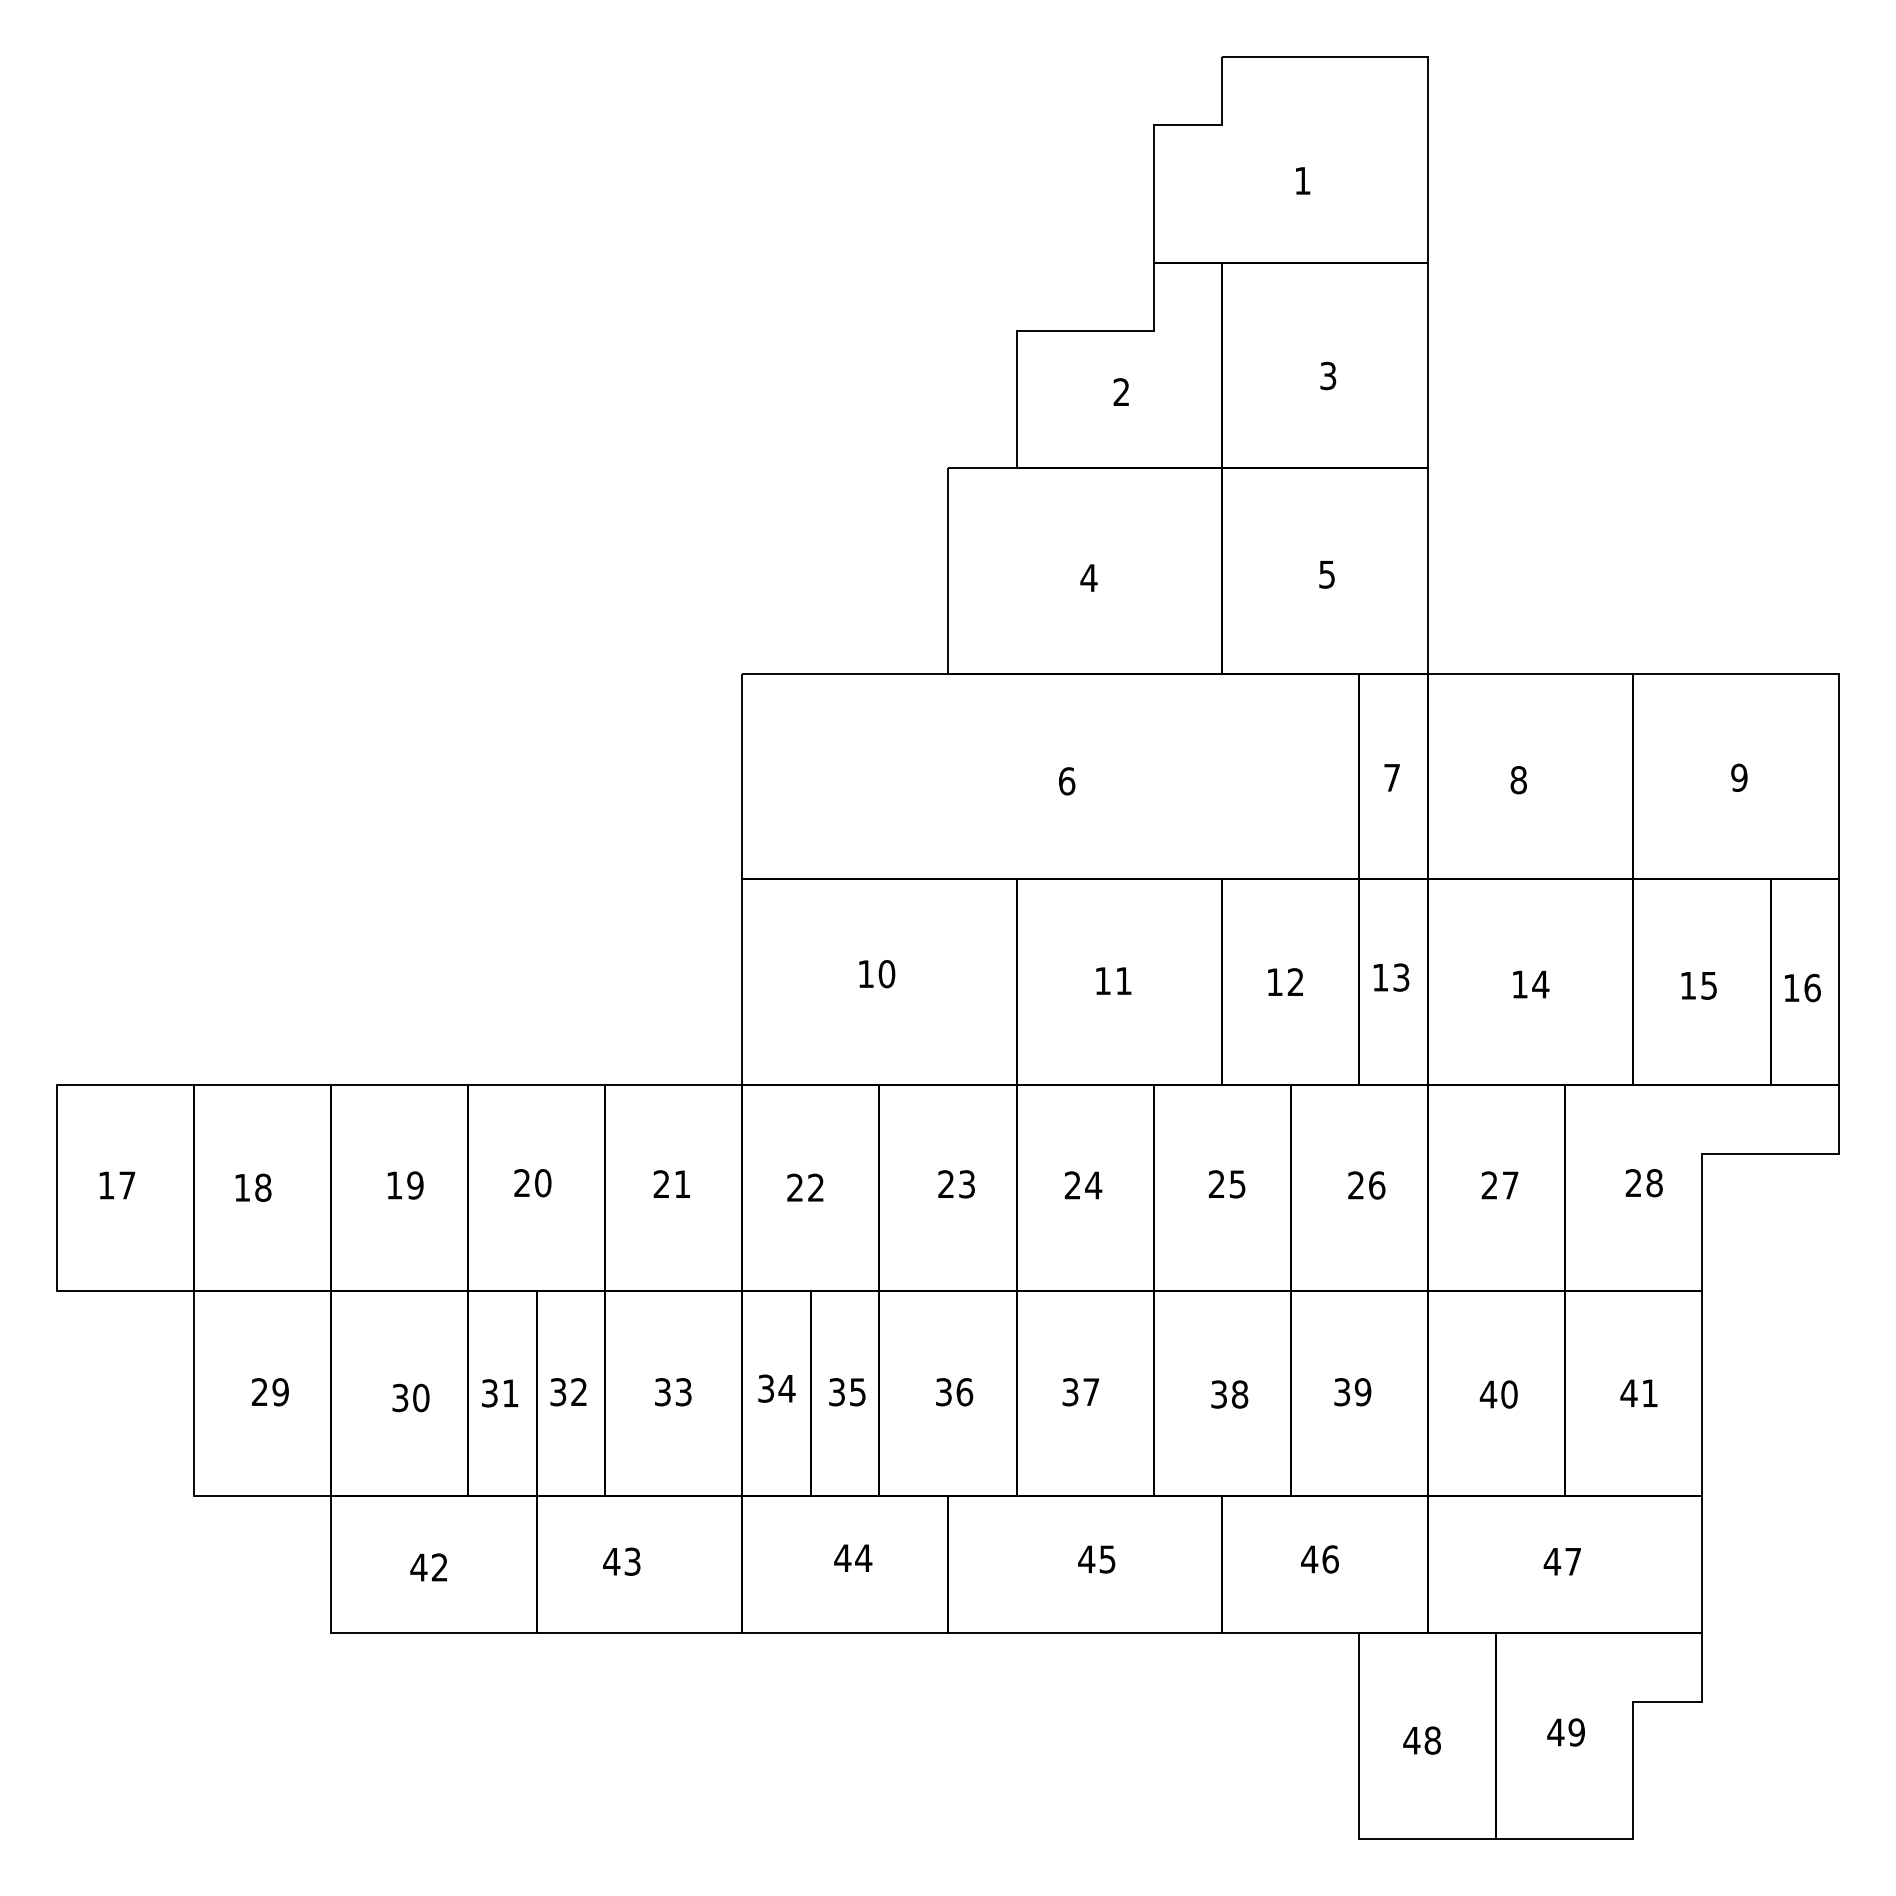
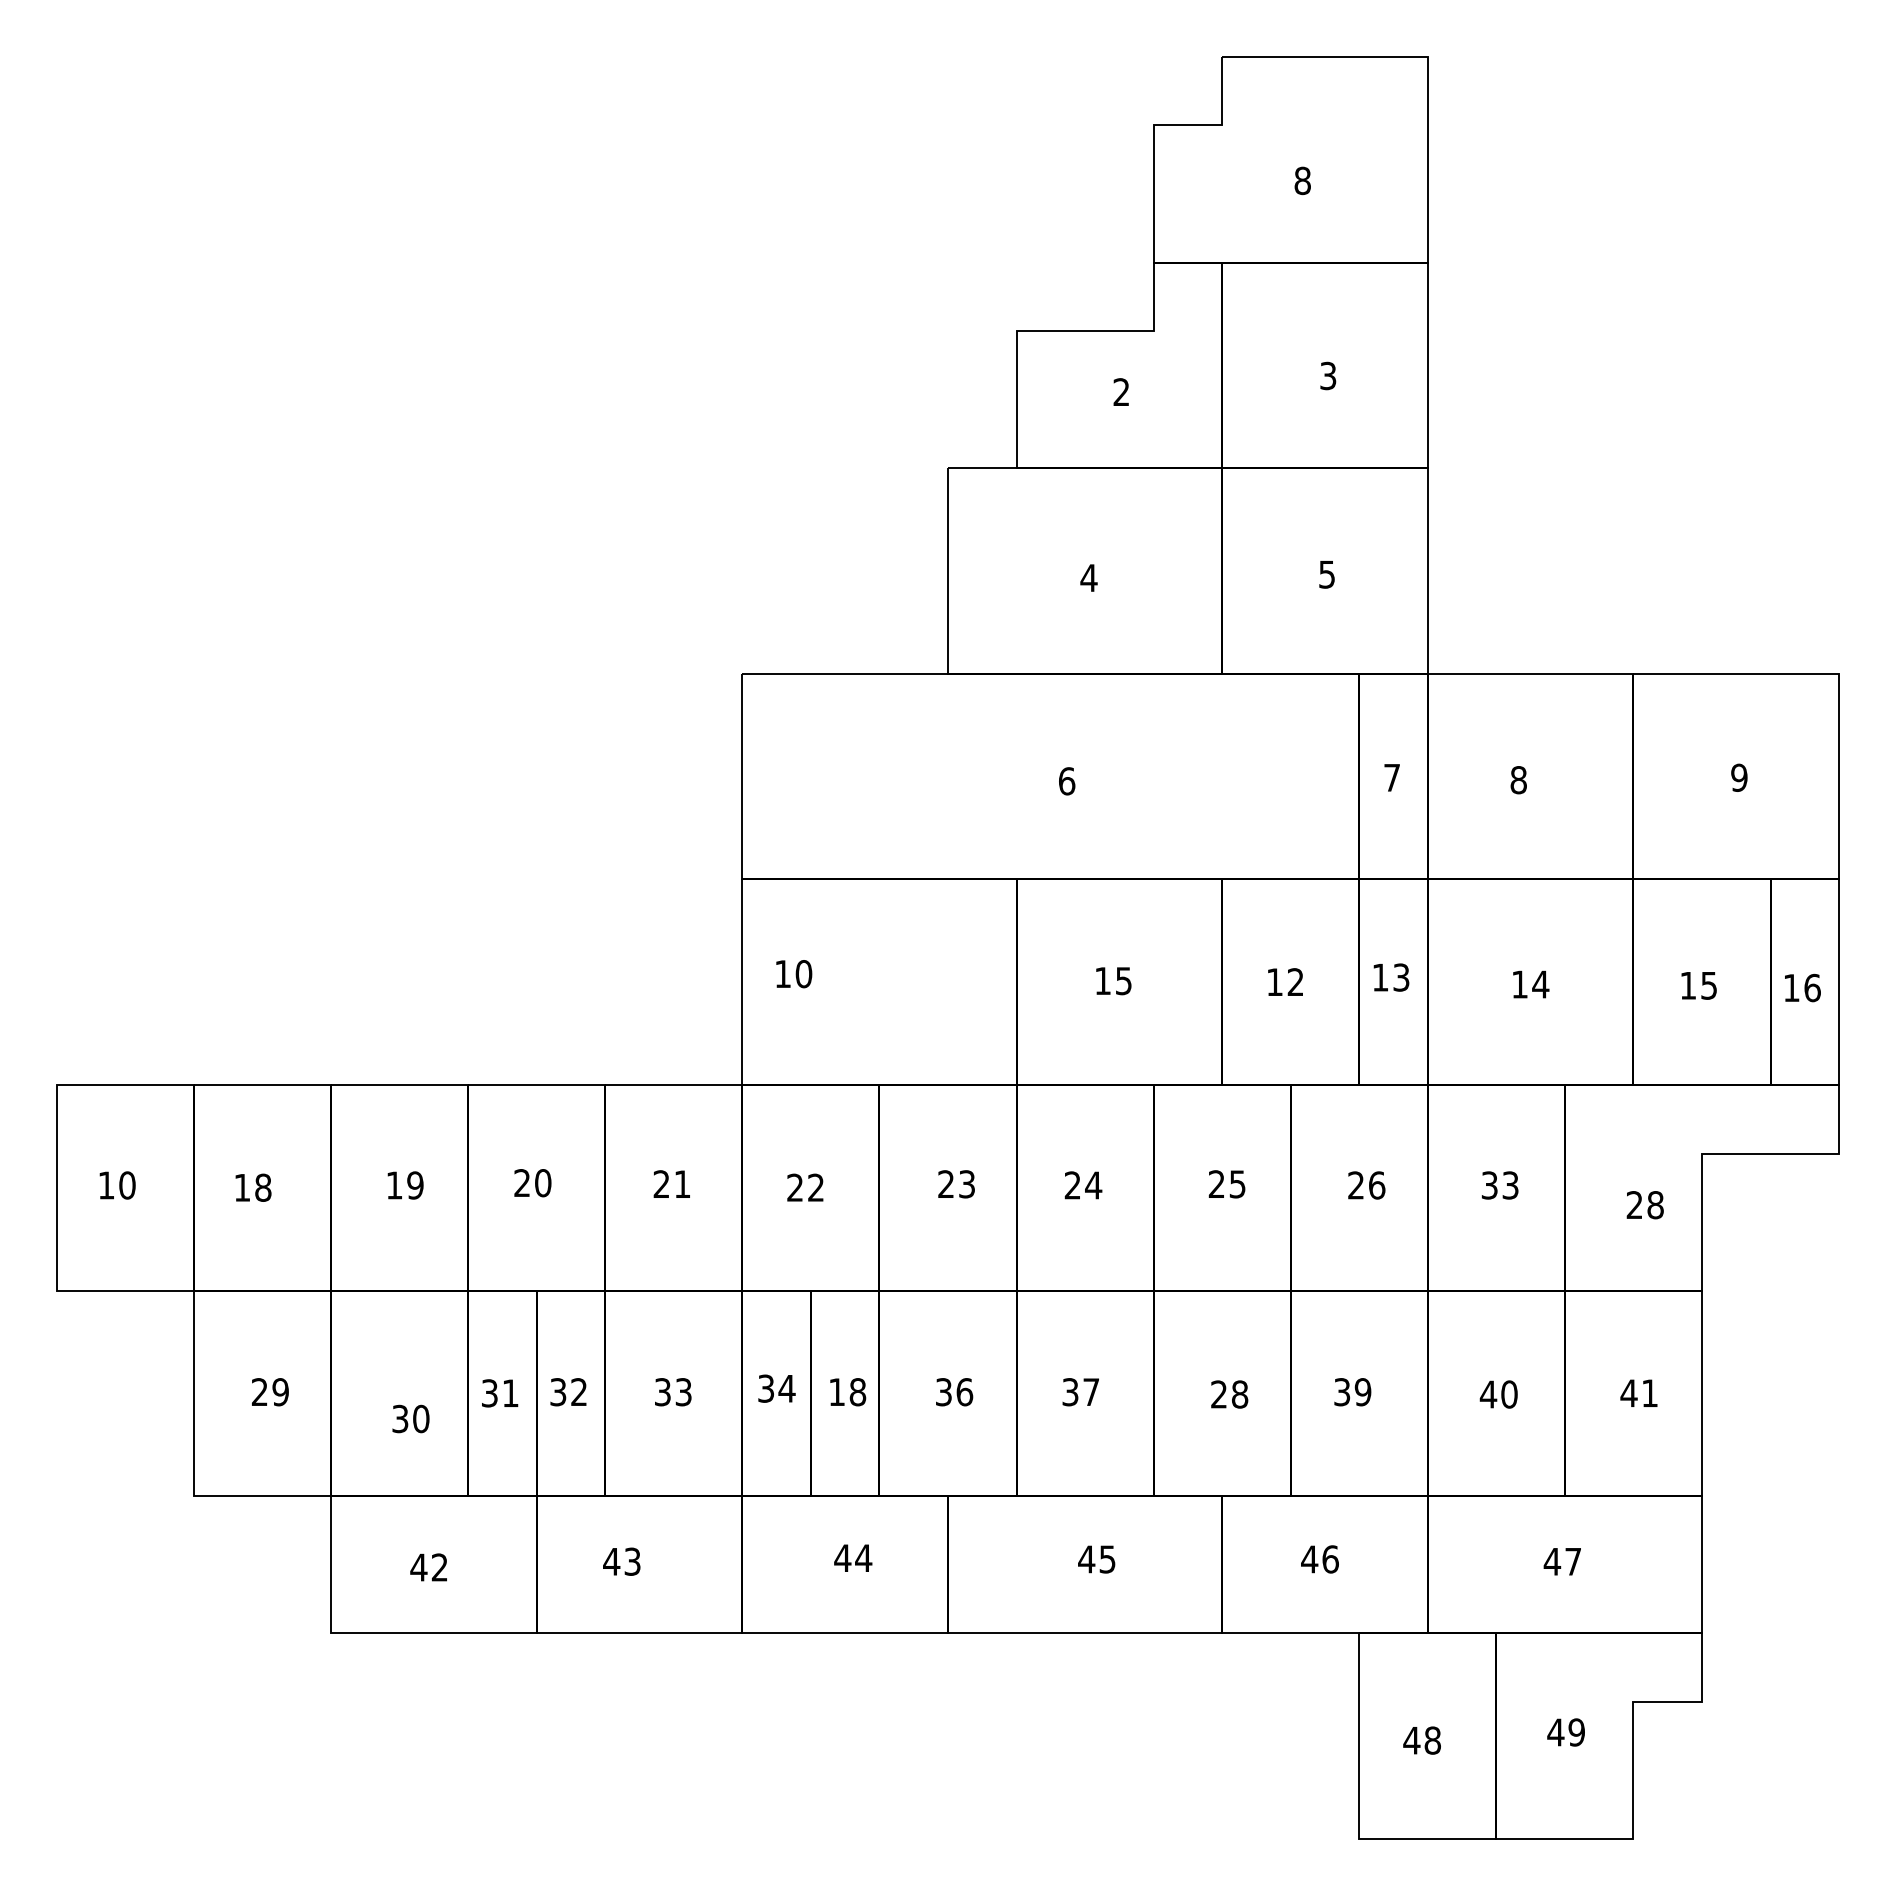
text at (1302, 180): 1 -> 8
text at (877, 974) position: (877, 974) -> (794, 974)
text at (1123, 981): 11 -> 15
text at (1643, 1183) position: (1643, 1183) -> (1644, 1205)
text at (127, 1185): 17 -> 10
text at (1499, 1185): 27 -> 33
text at (847, 1392): 35 -> 18
text at (1218, 1394): 38 -> 28
text at (410, 1397) position: (410, 1397) -> (410, 1418)
